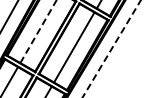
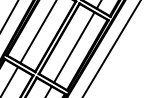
line at (38, 31): dashed -> solid
line at (111, 49): dashed -> solid
